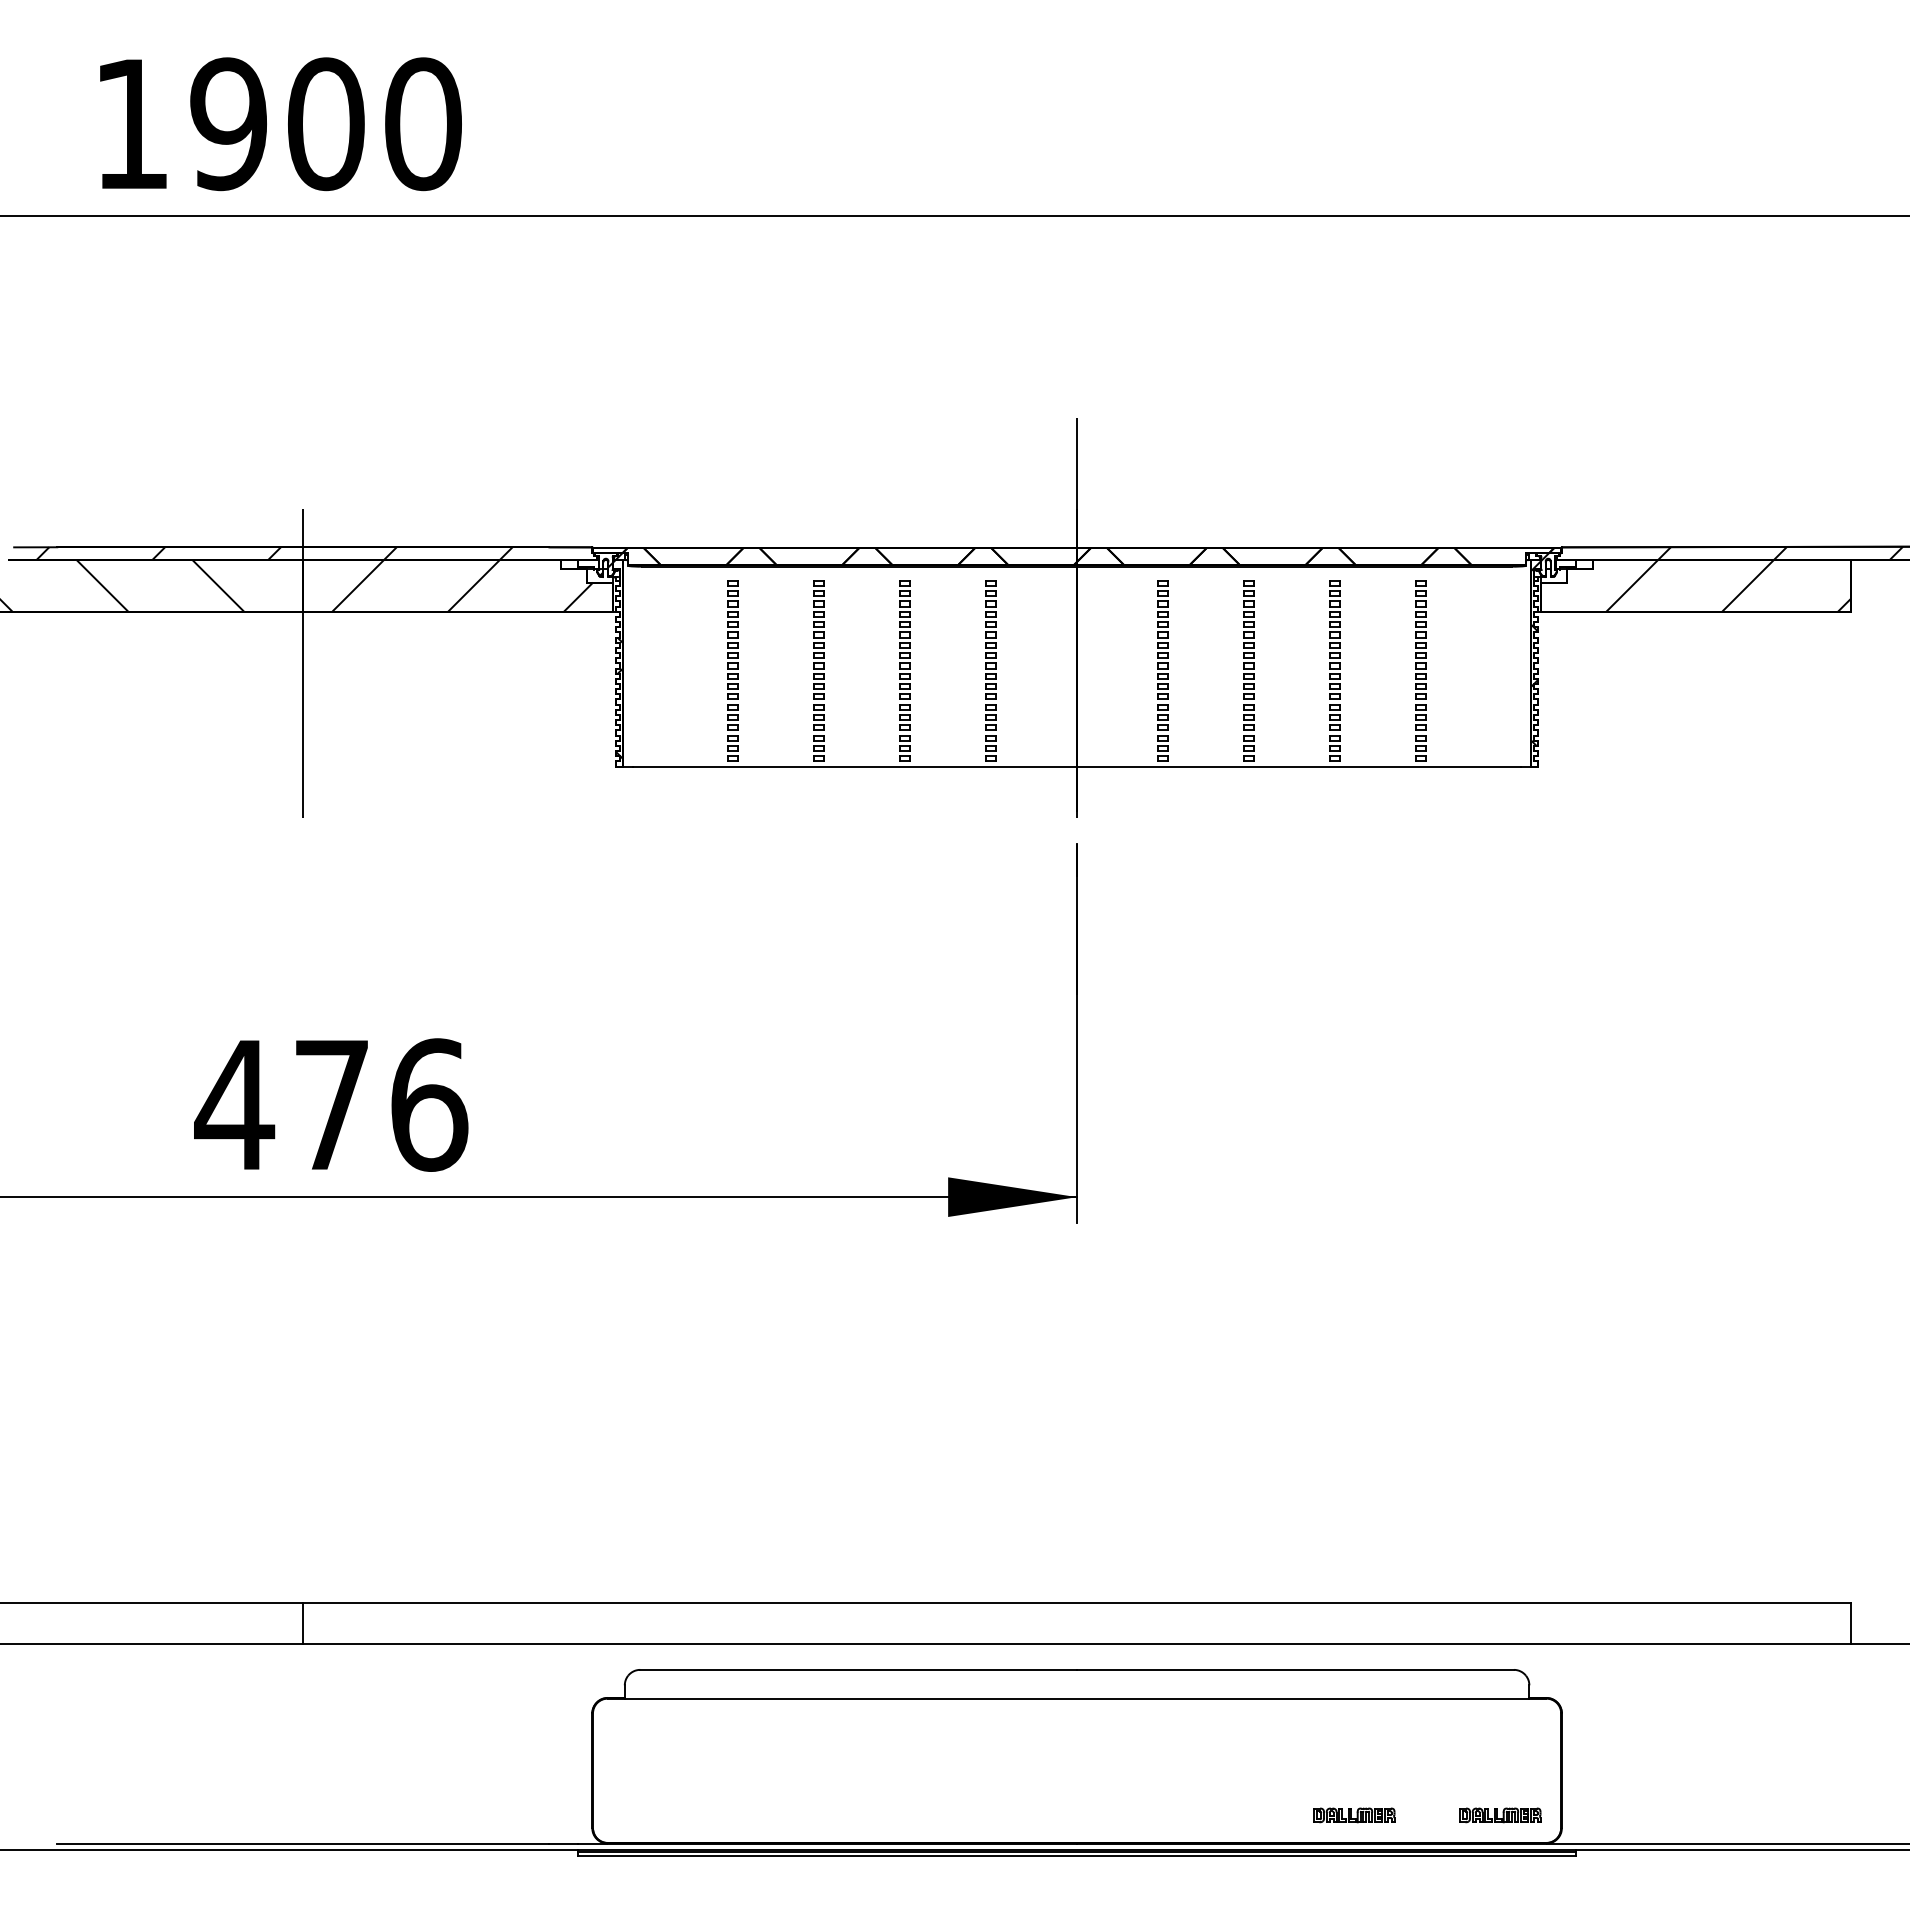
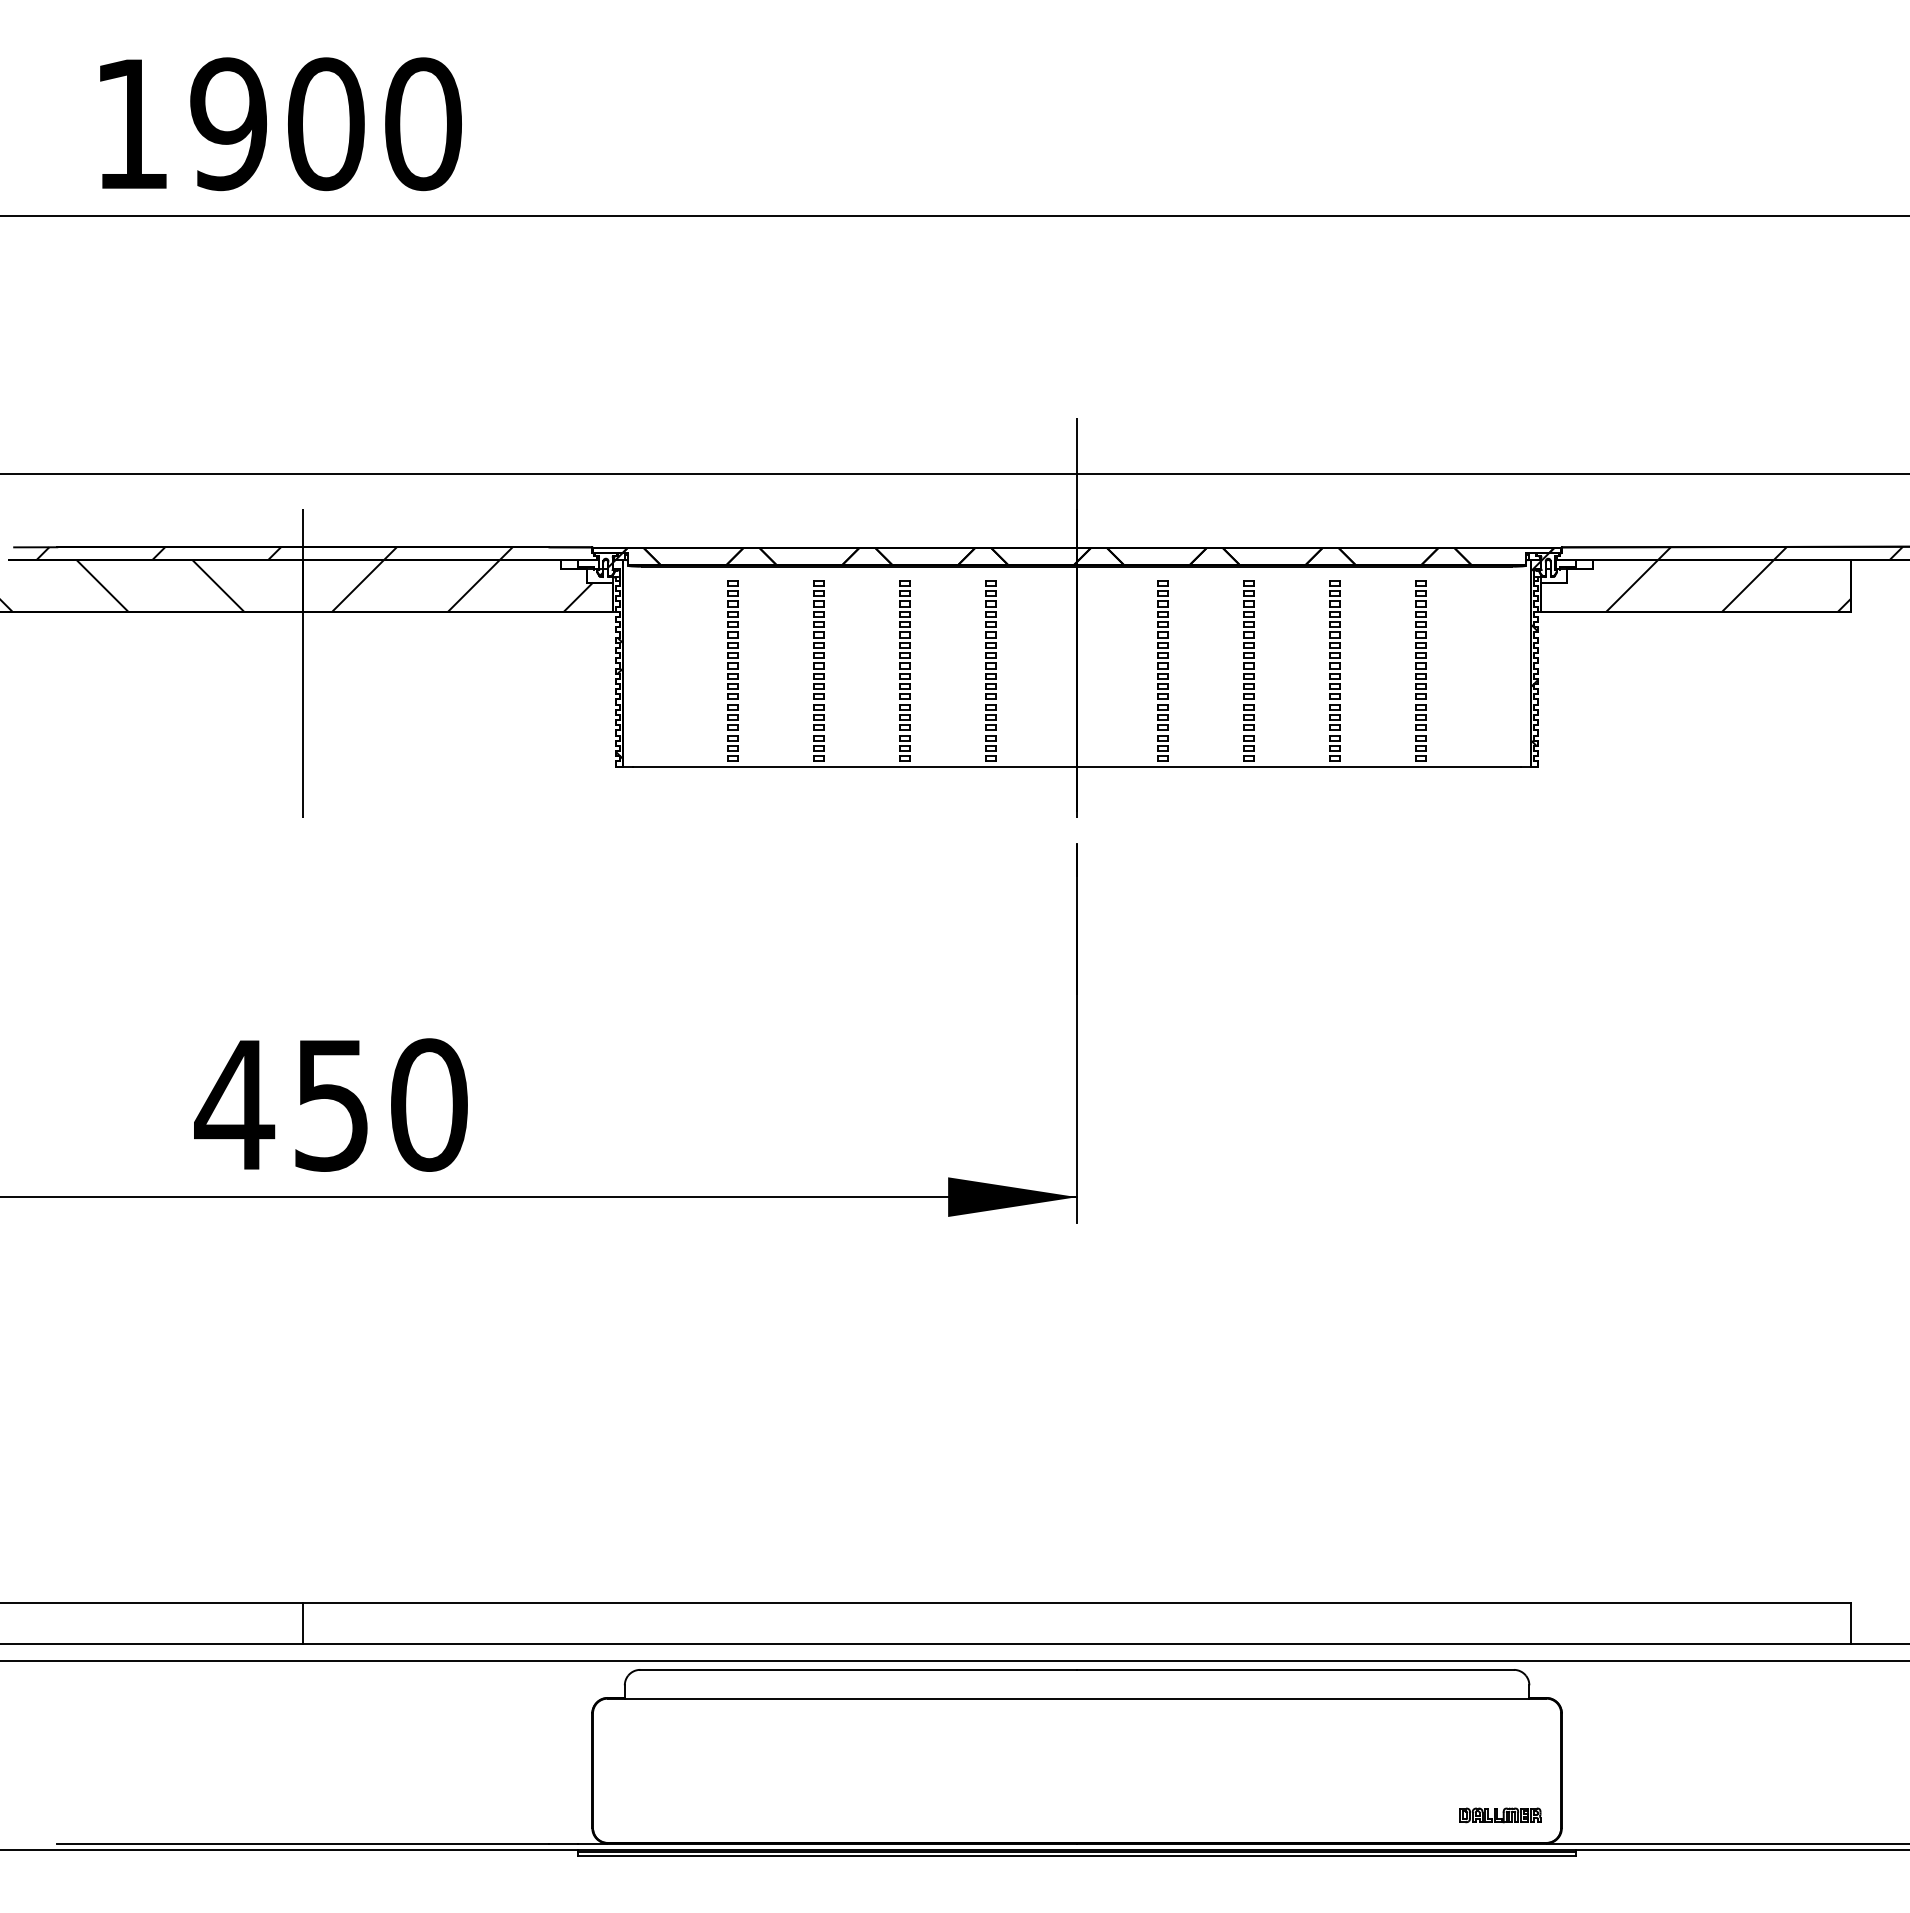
line at (954, 474): none -> present
text at (381, 1104): 476 -> 450
line at (954, 1660): none -> present
part at (1354, 1815): present -> none
